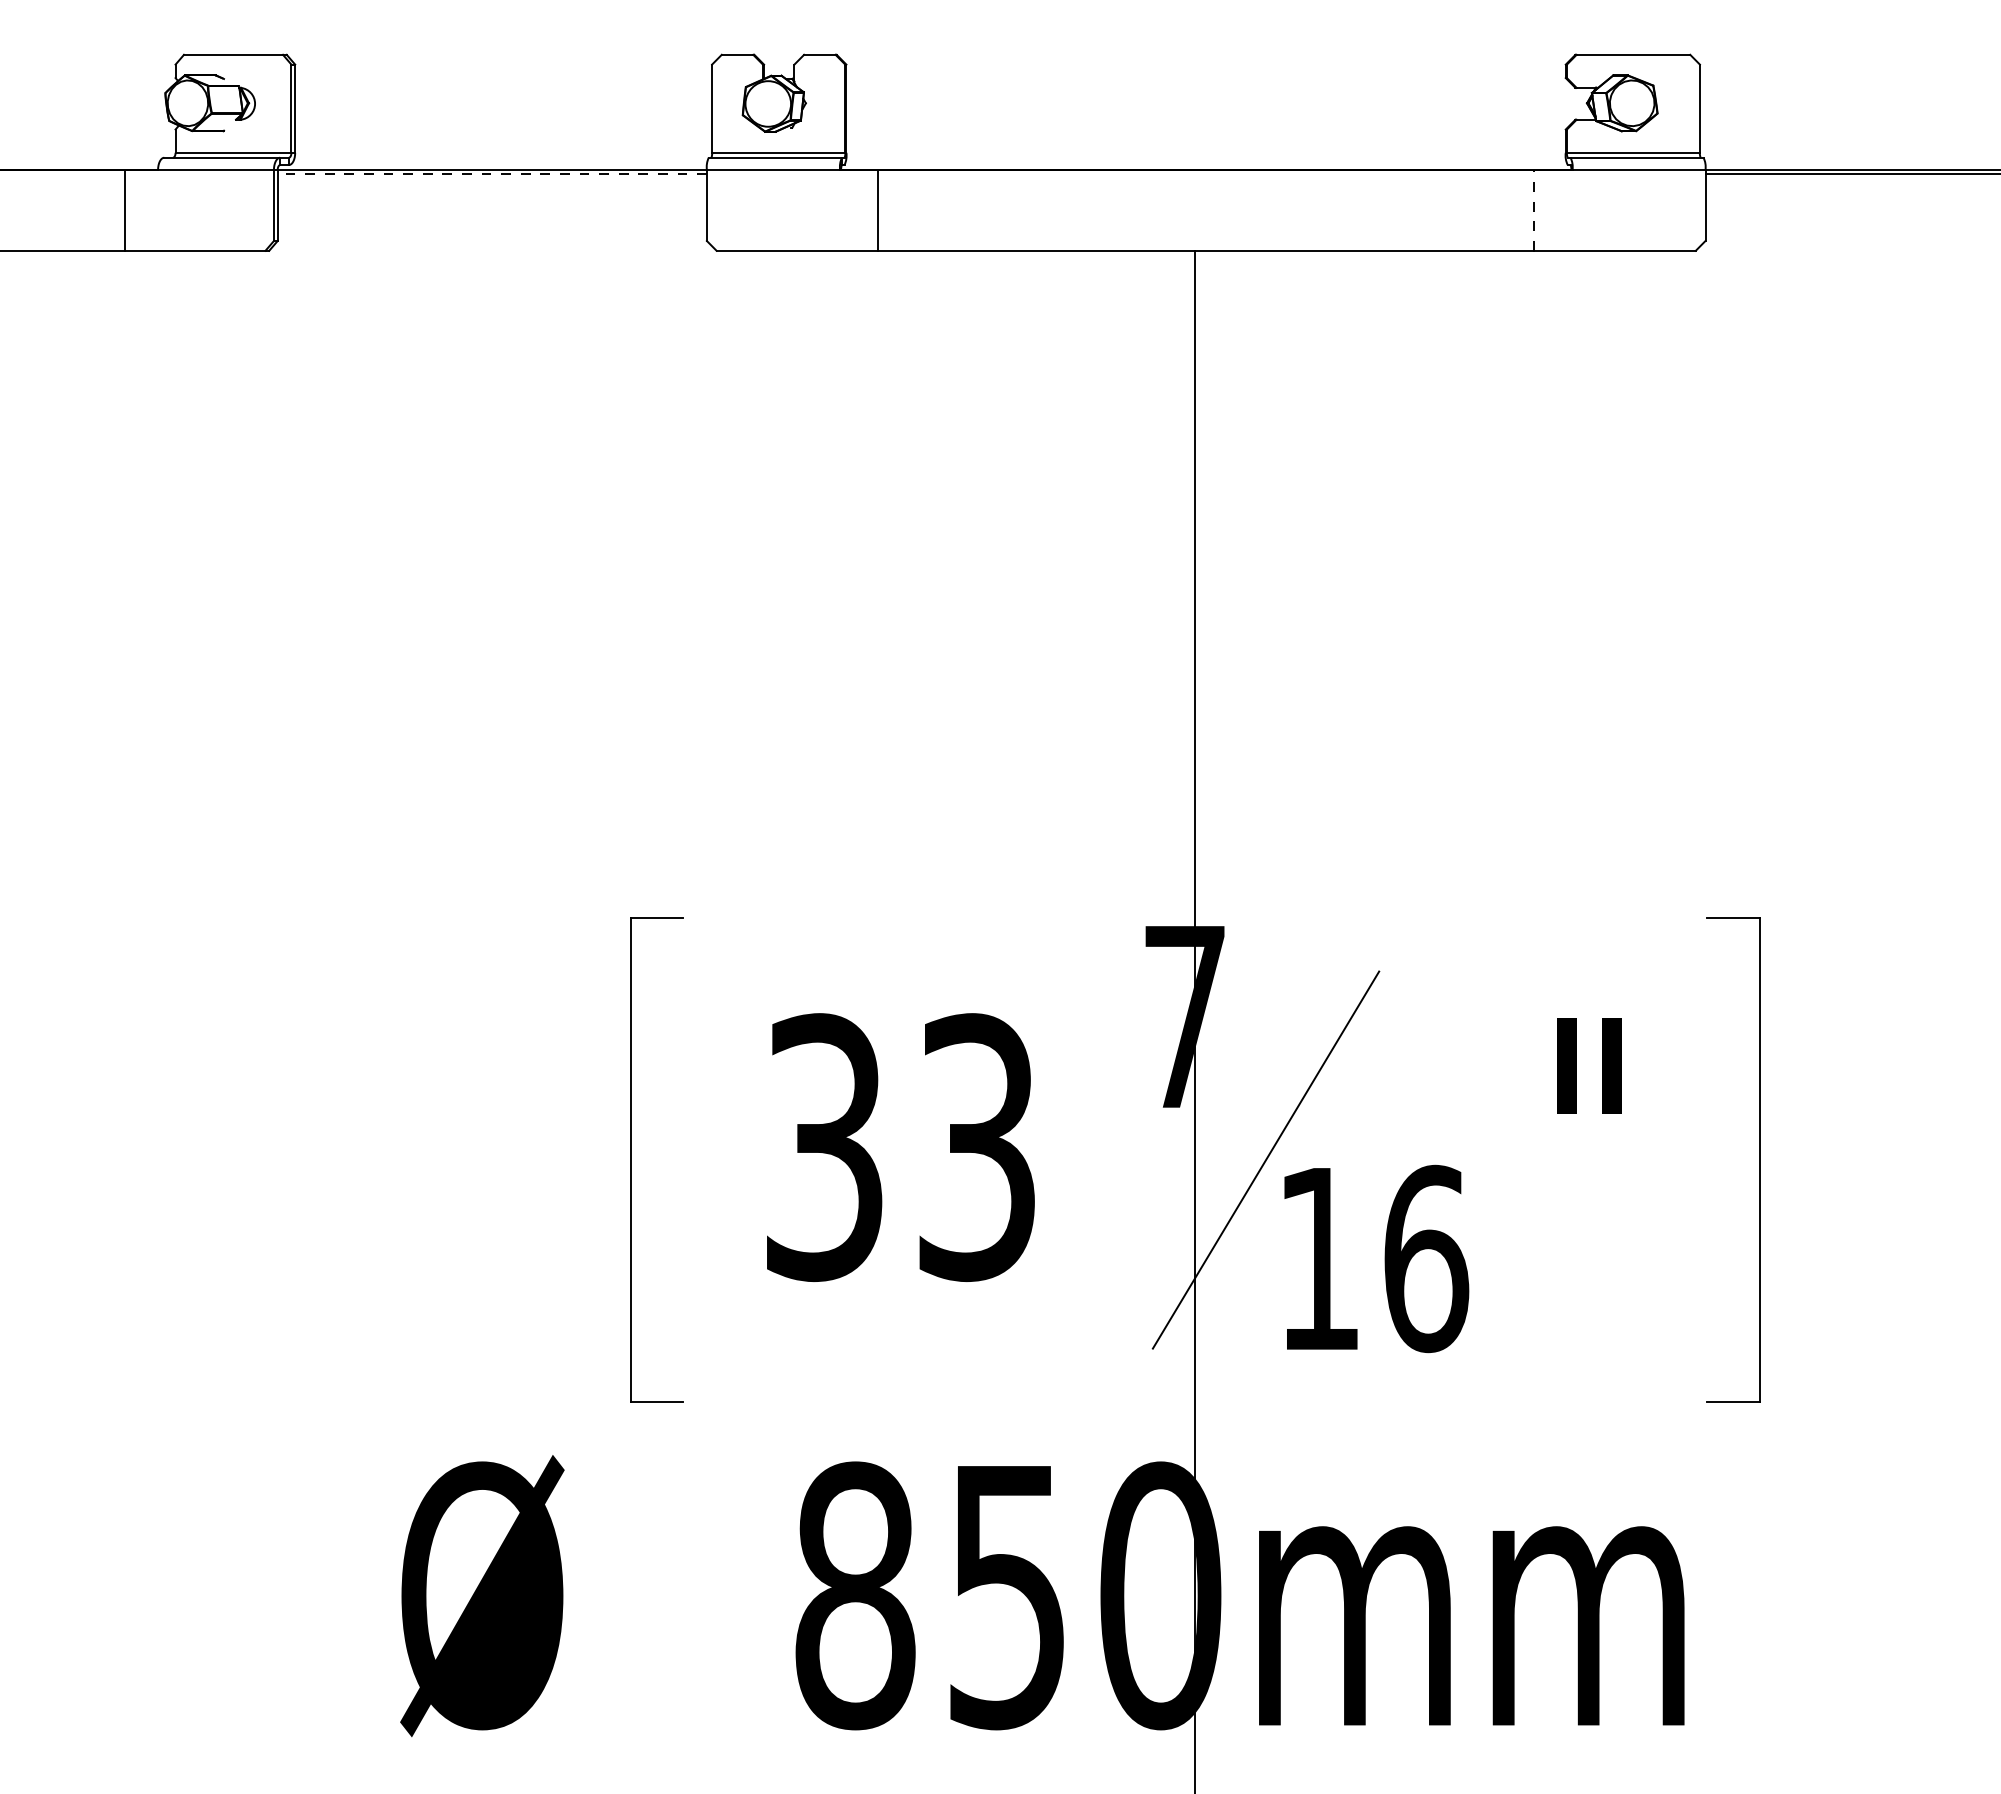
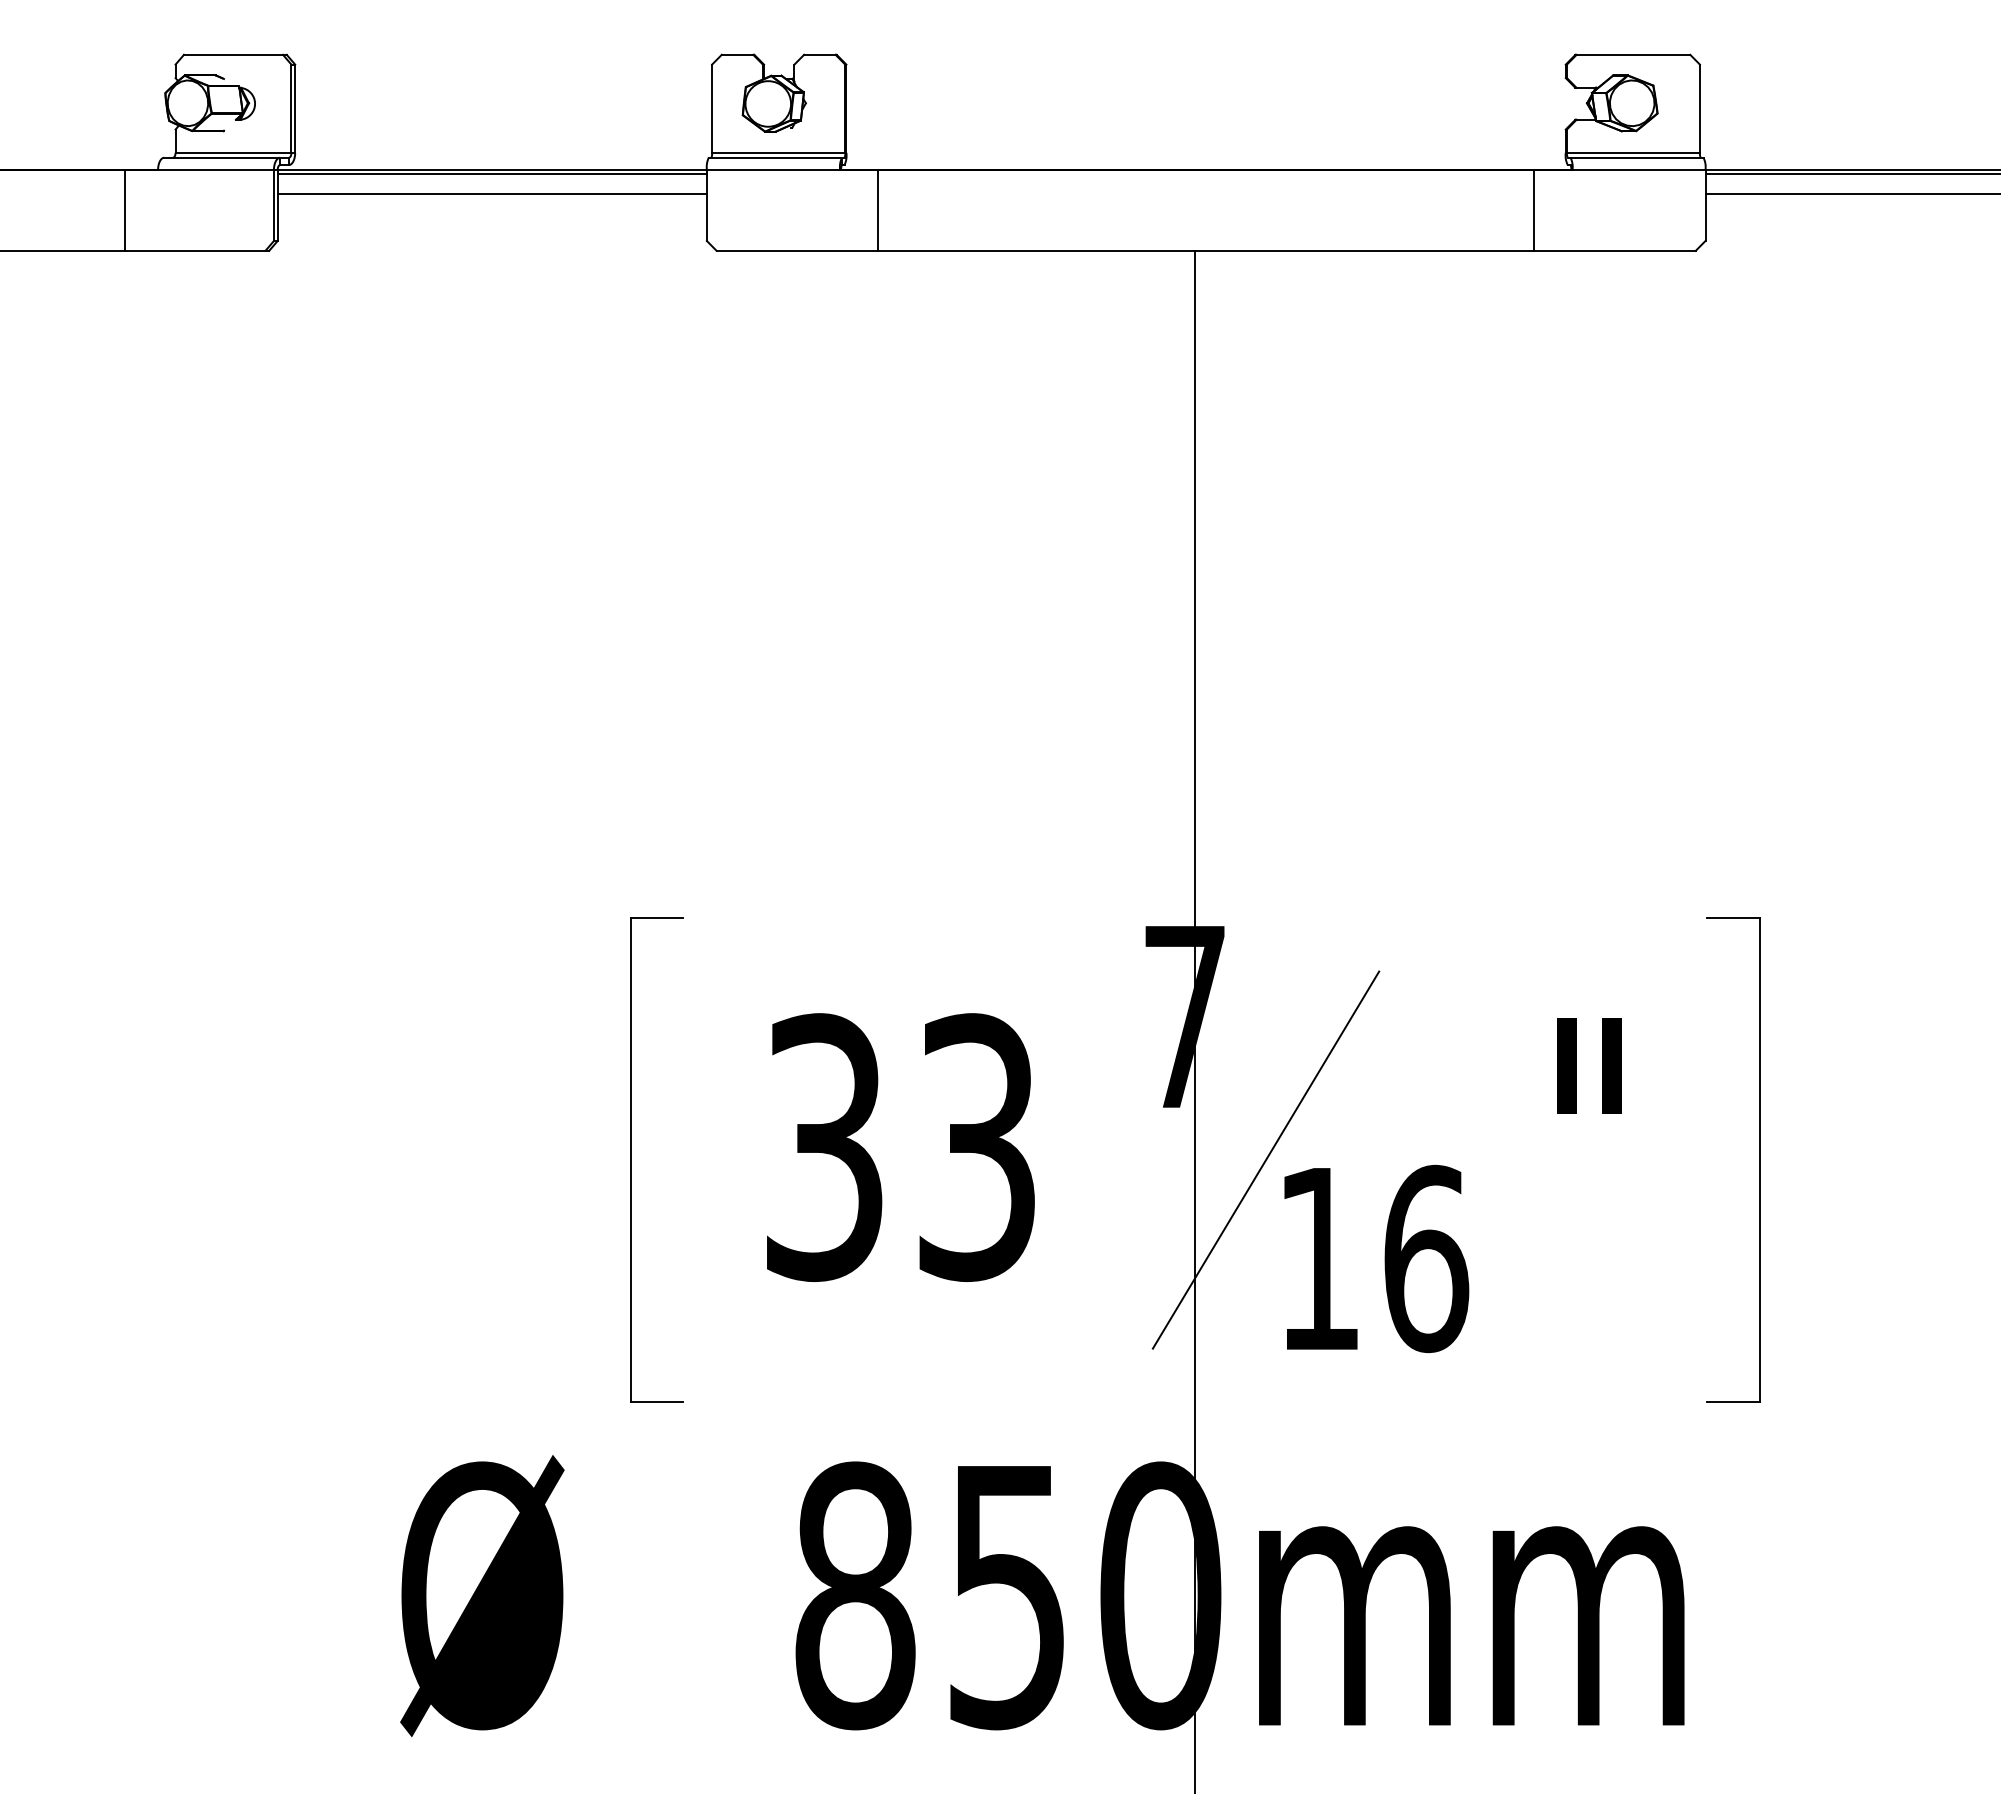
line at (492, 174): dashed -> solid
line at (491, 194): none -> present
line at (1851, 194): none -> present
line at (1534, 209): dashed -> solid
